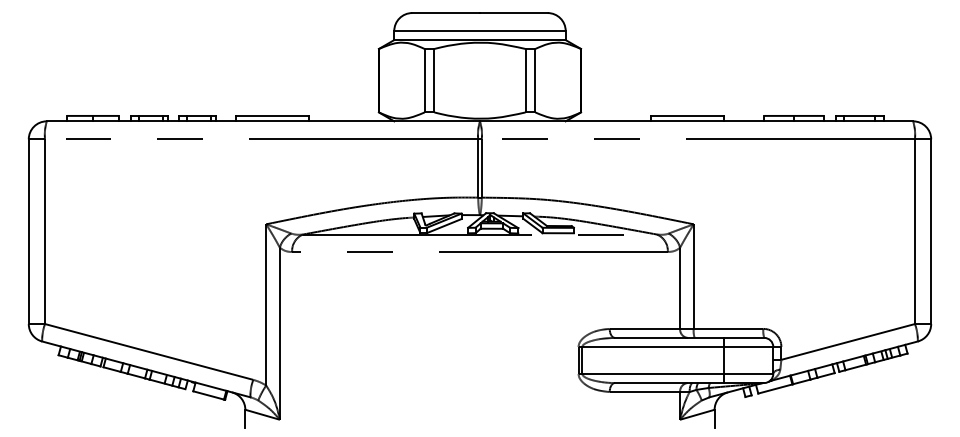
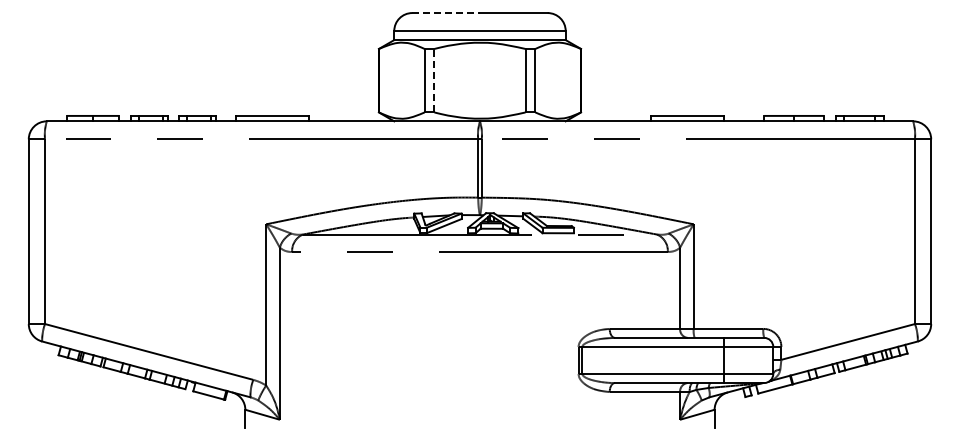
line at (446, 13): solid -> dashed
line at (434, 80): solid -> dashed
